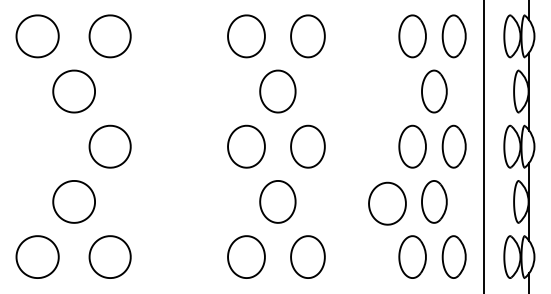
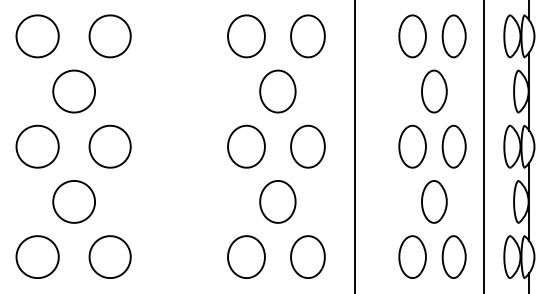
part at (37, 146): none -> present
line at (355, 146): none -> present
part at (387, 203): present -> none
